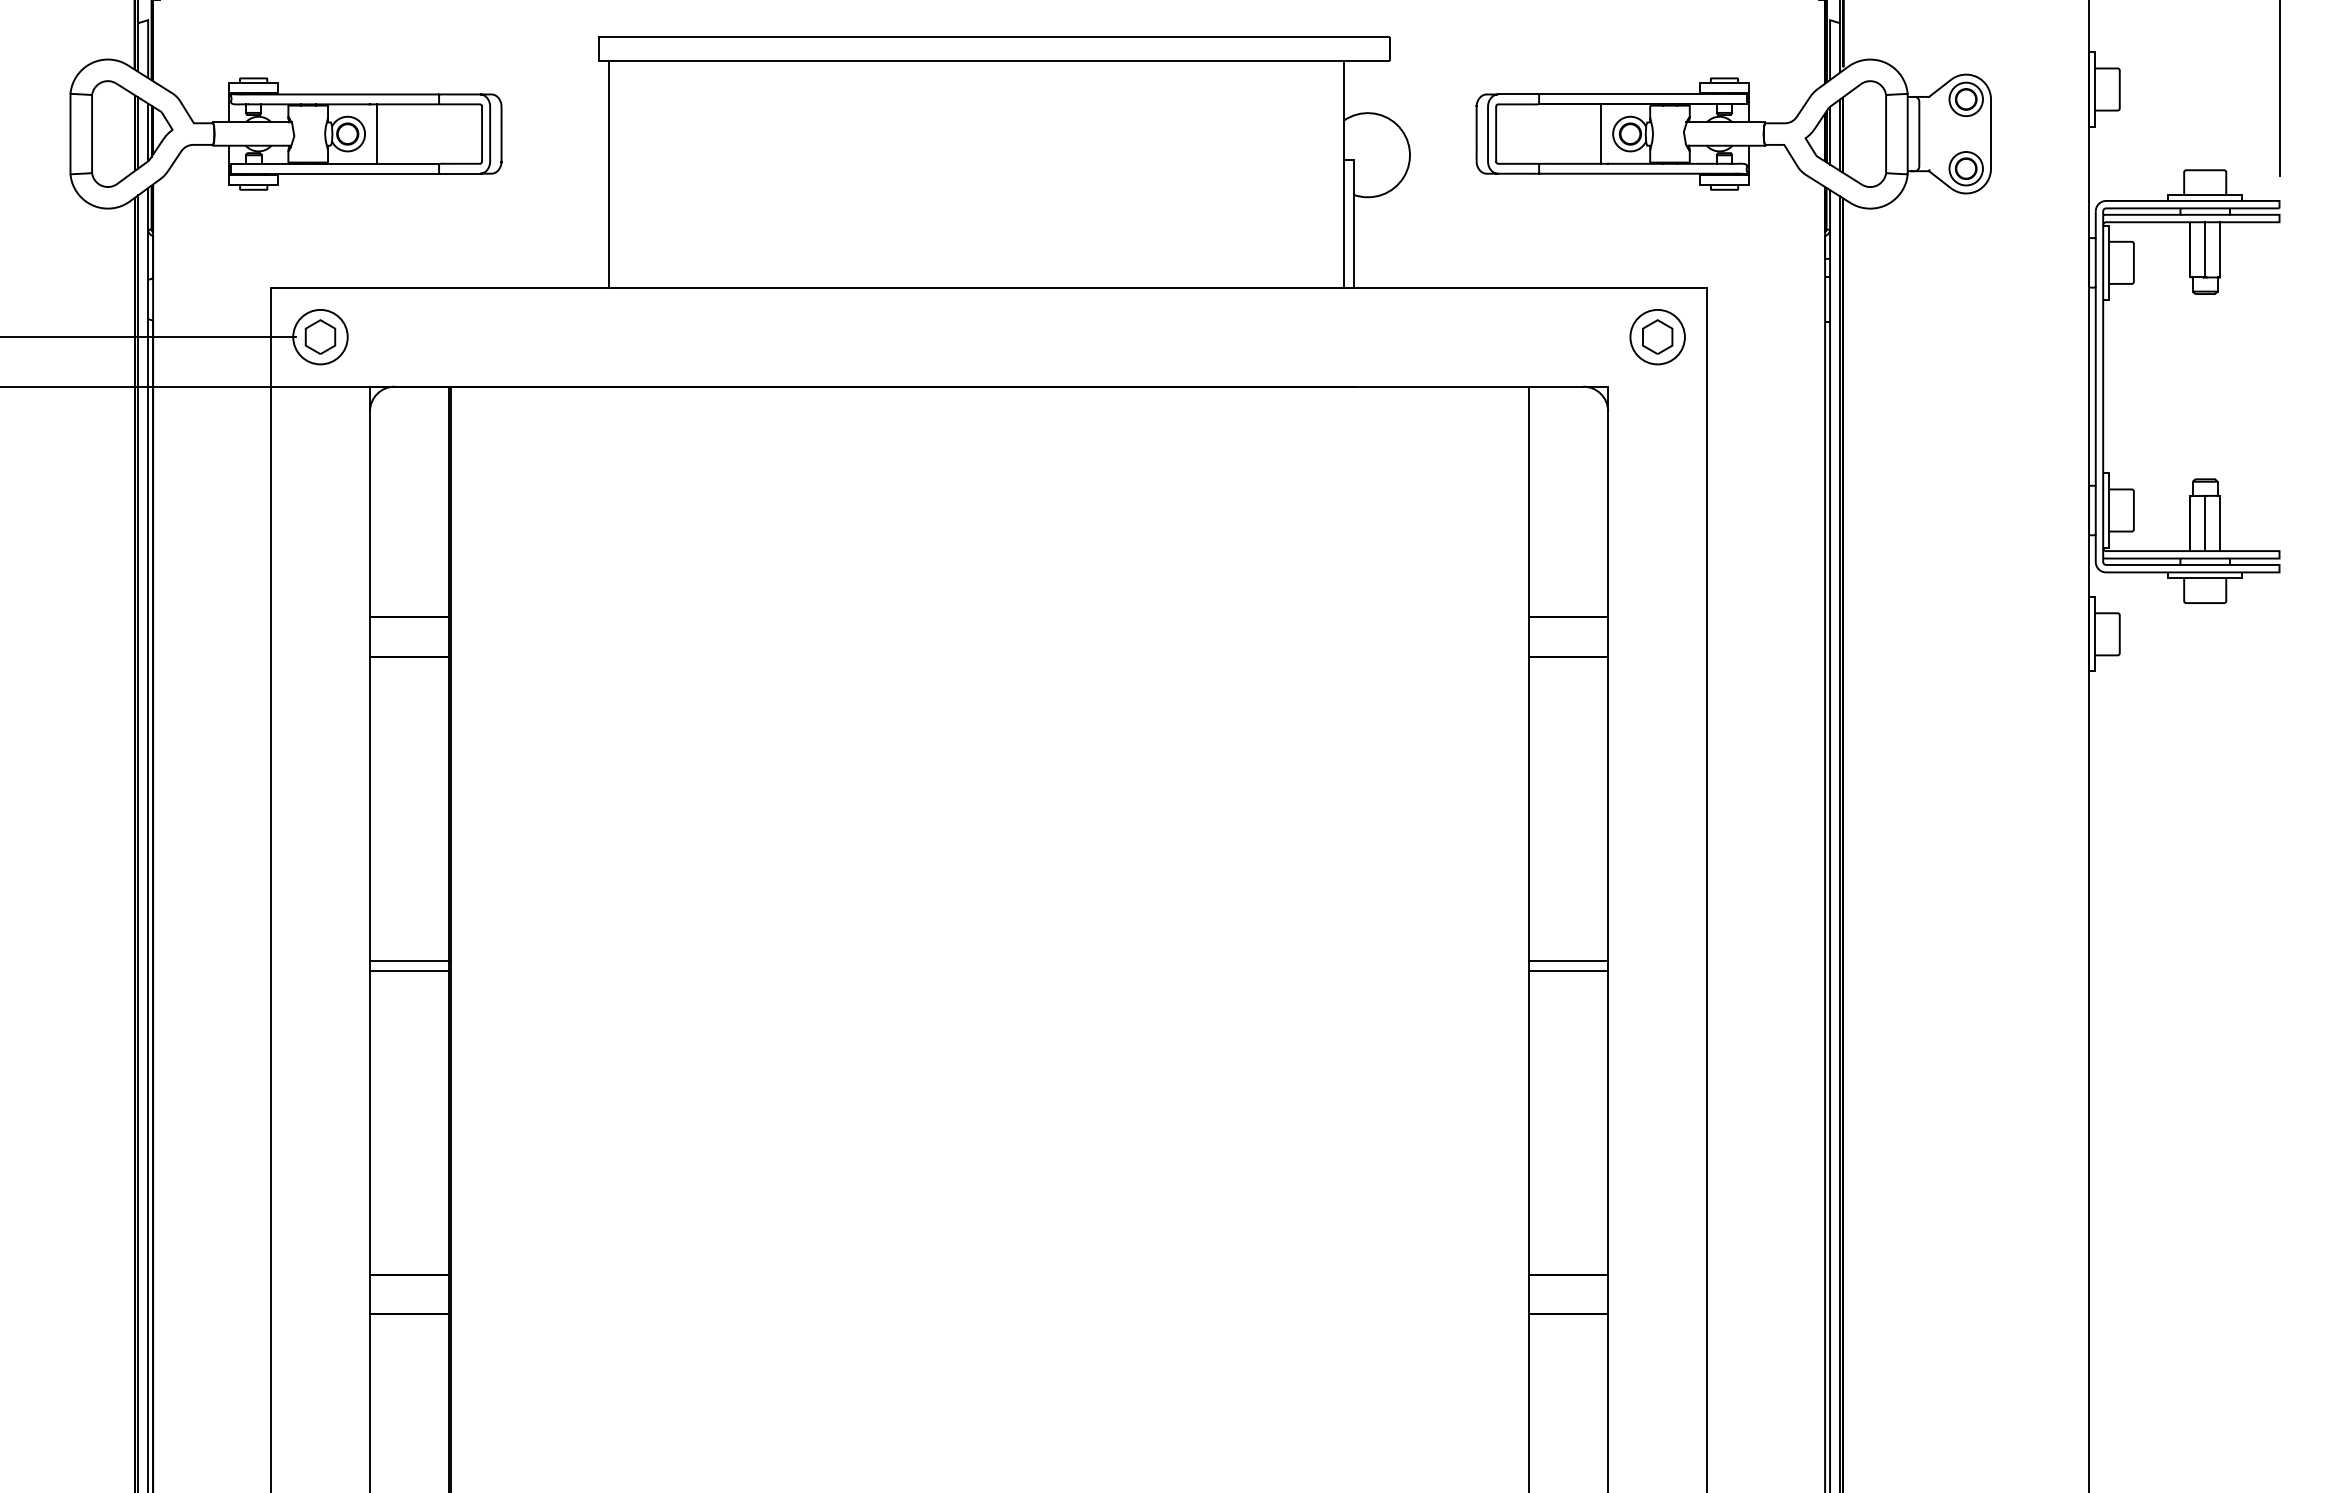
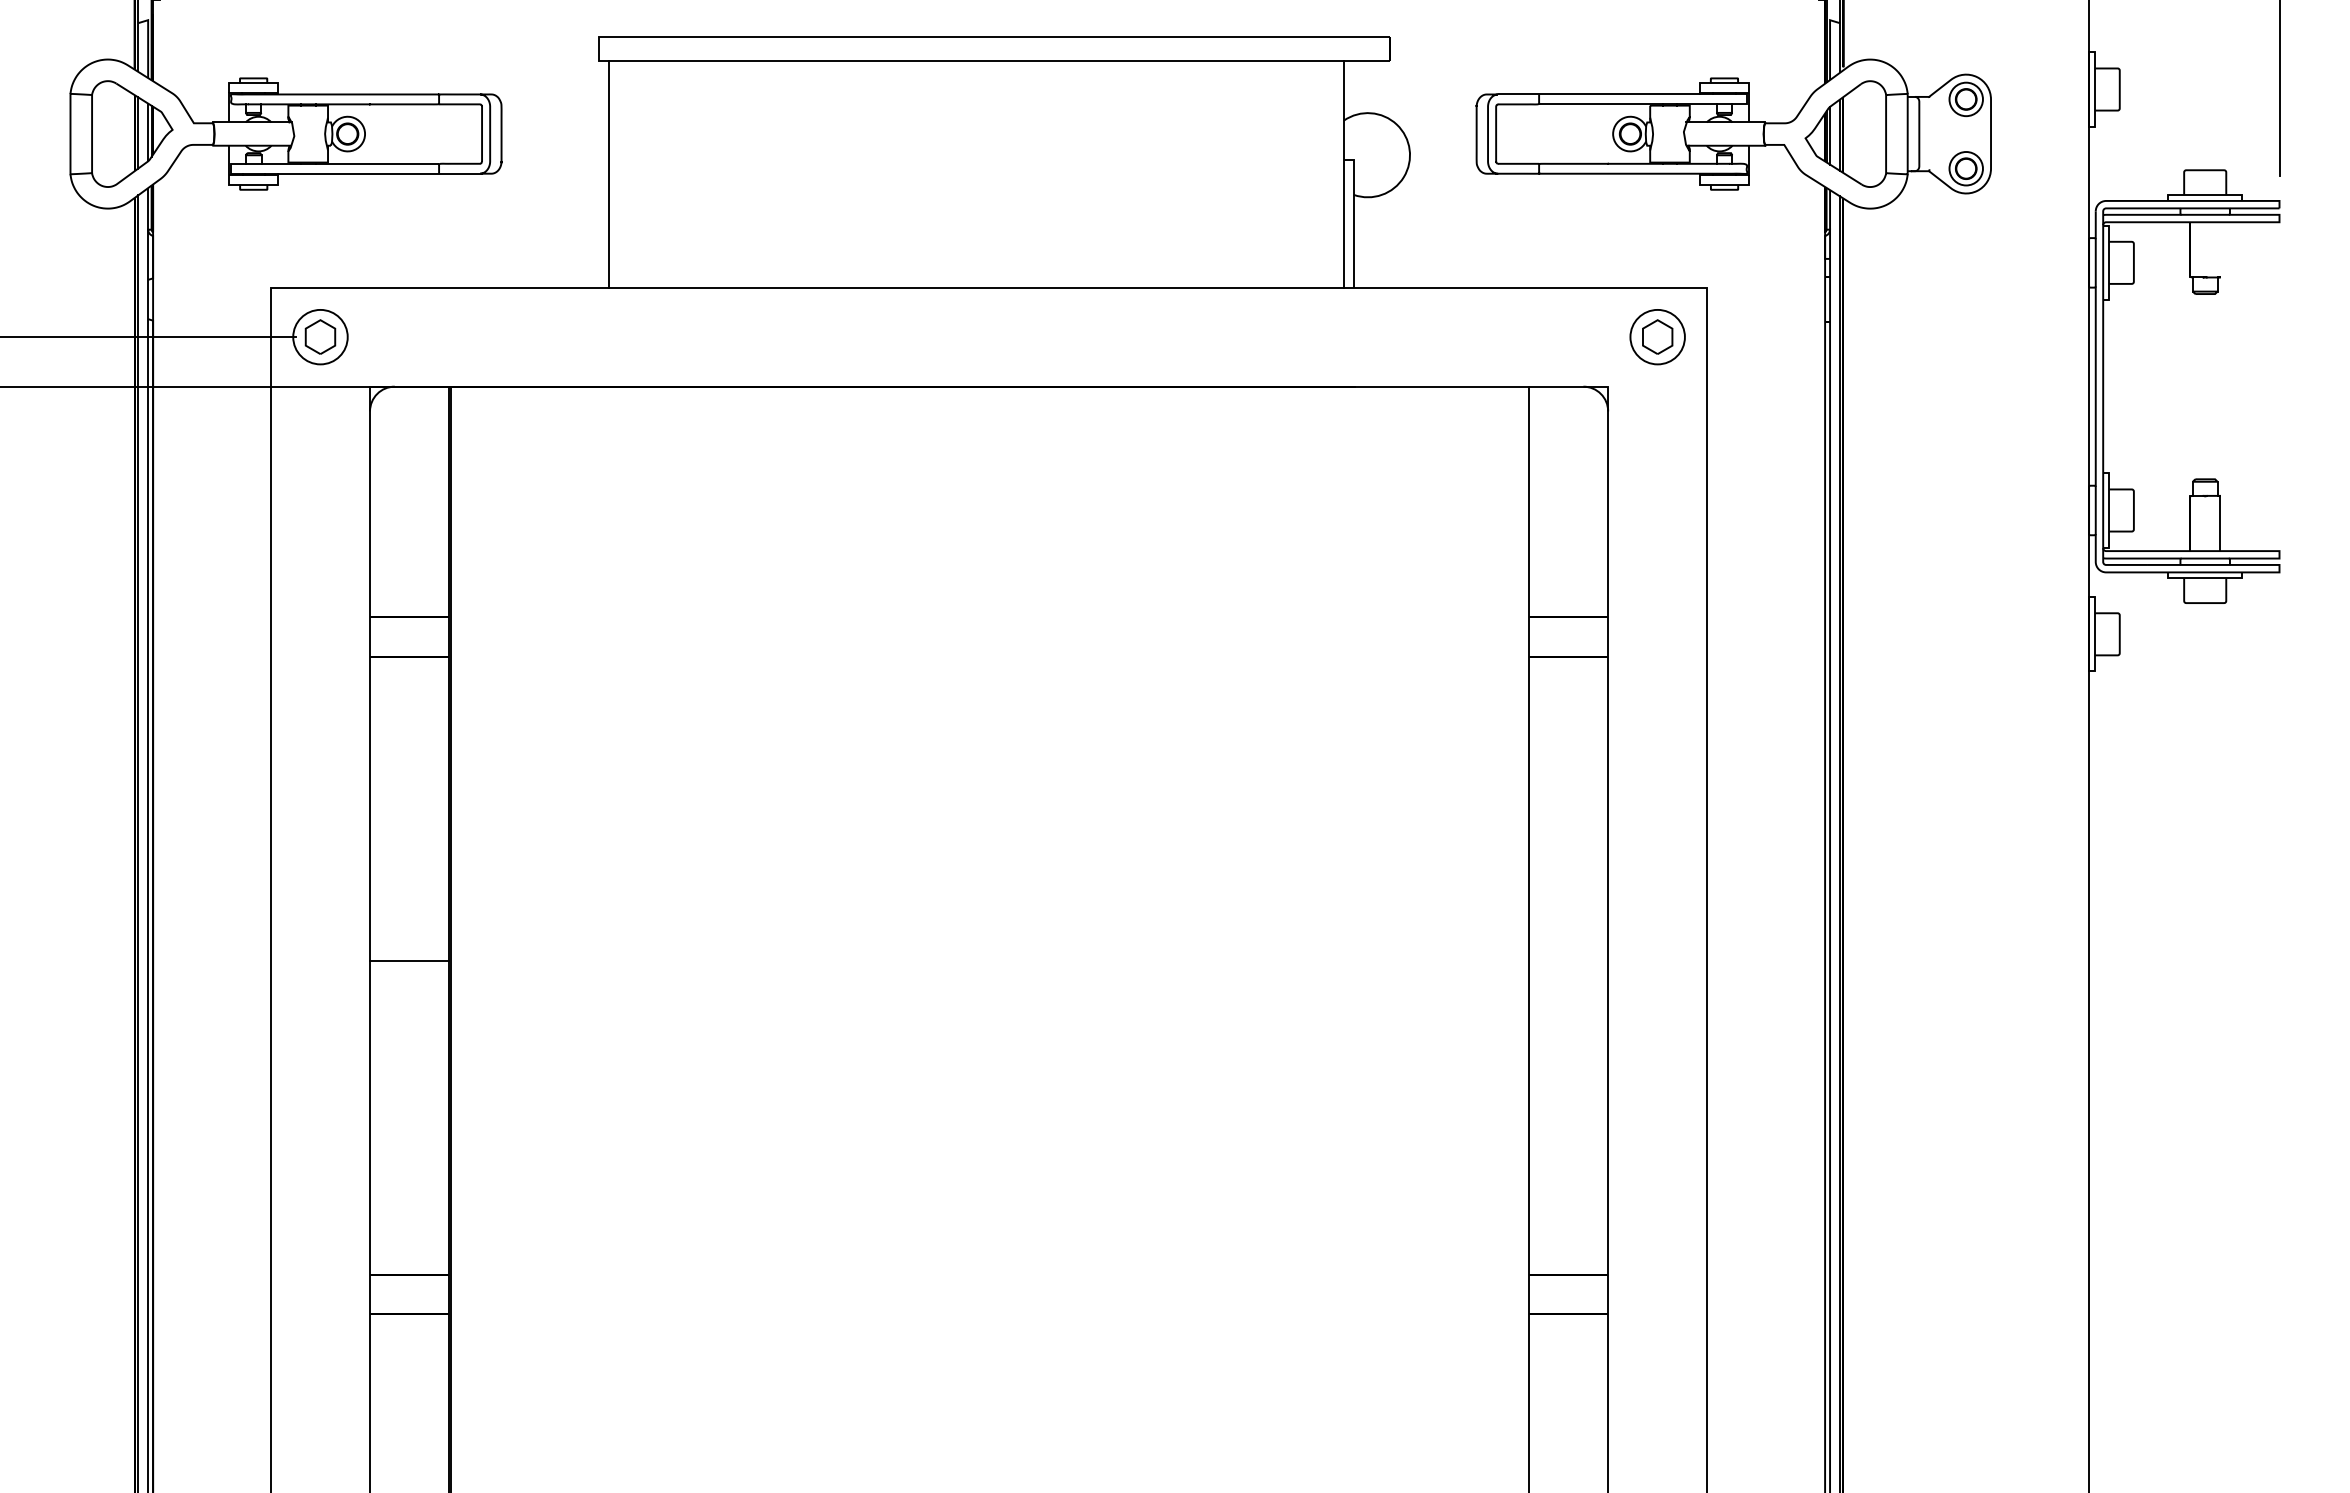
line at (377, 133): present -> none
line at (1600, 133): present -> none
line at (2205, 249): present -> none
line at (2220, 249): present -> none
line at (2205, 524): present -> none
line at (1568, 960): present -> none
line at (409, 970): present -> none
line at (1568, 970): present -> none
